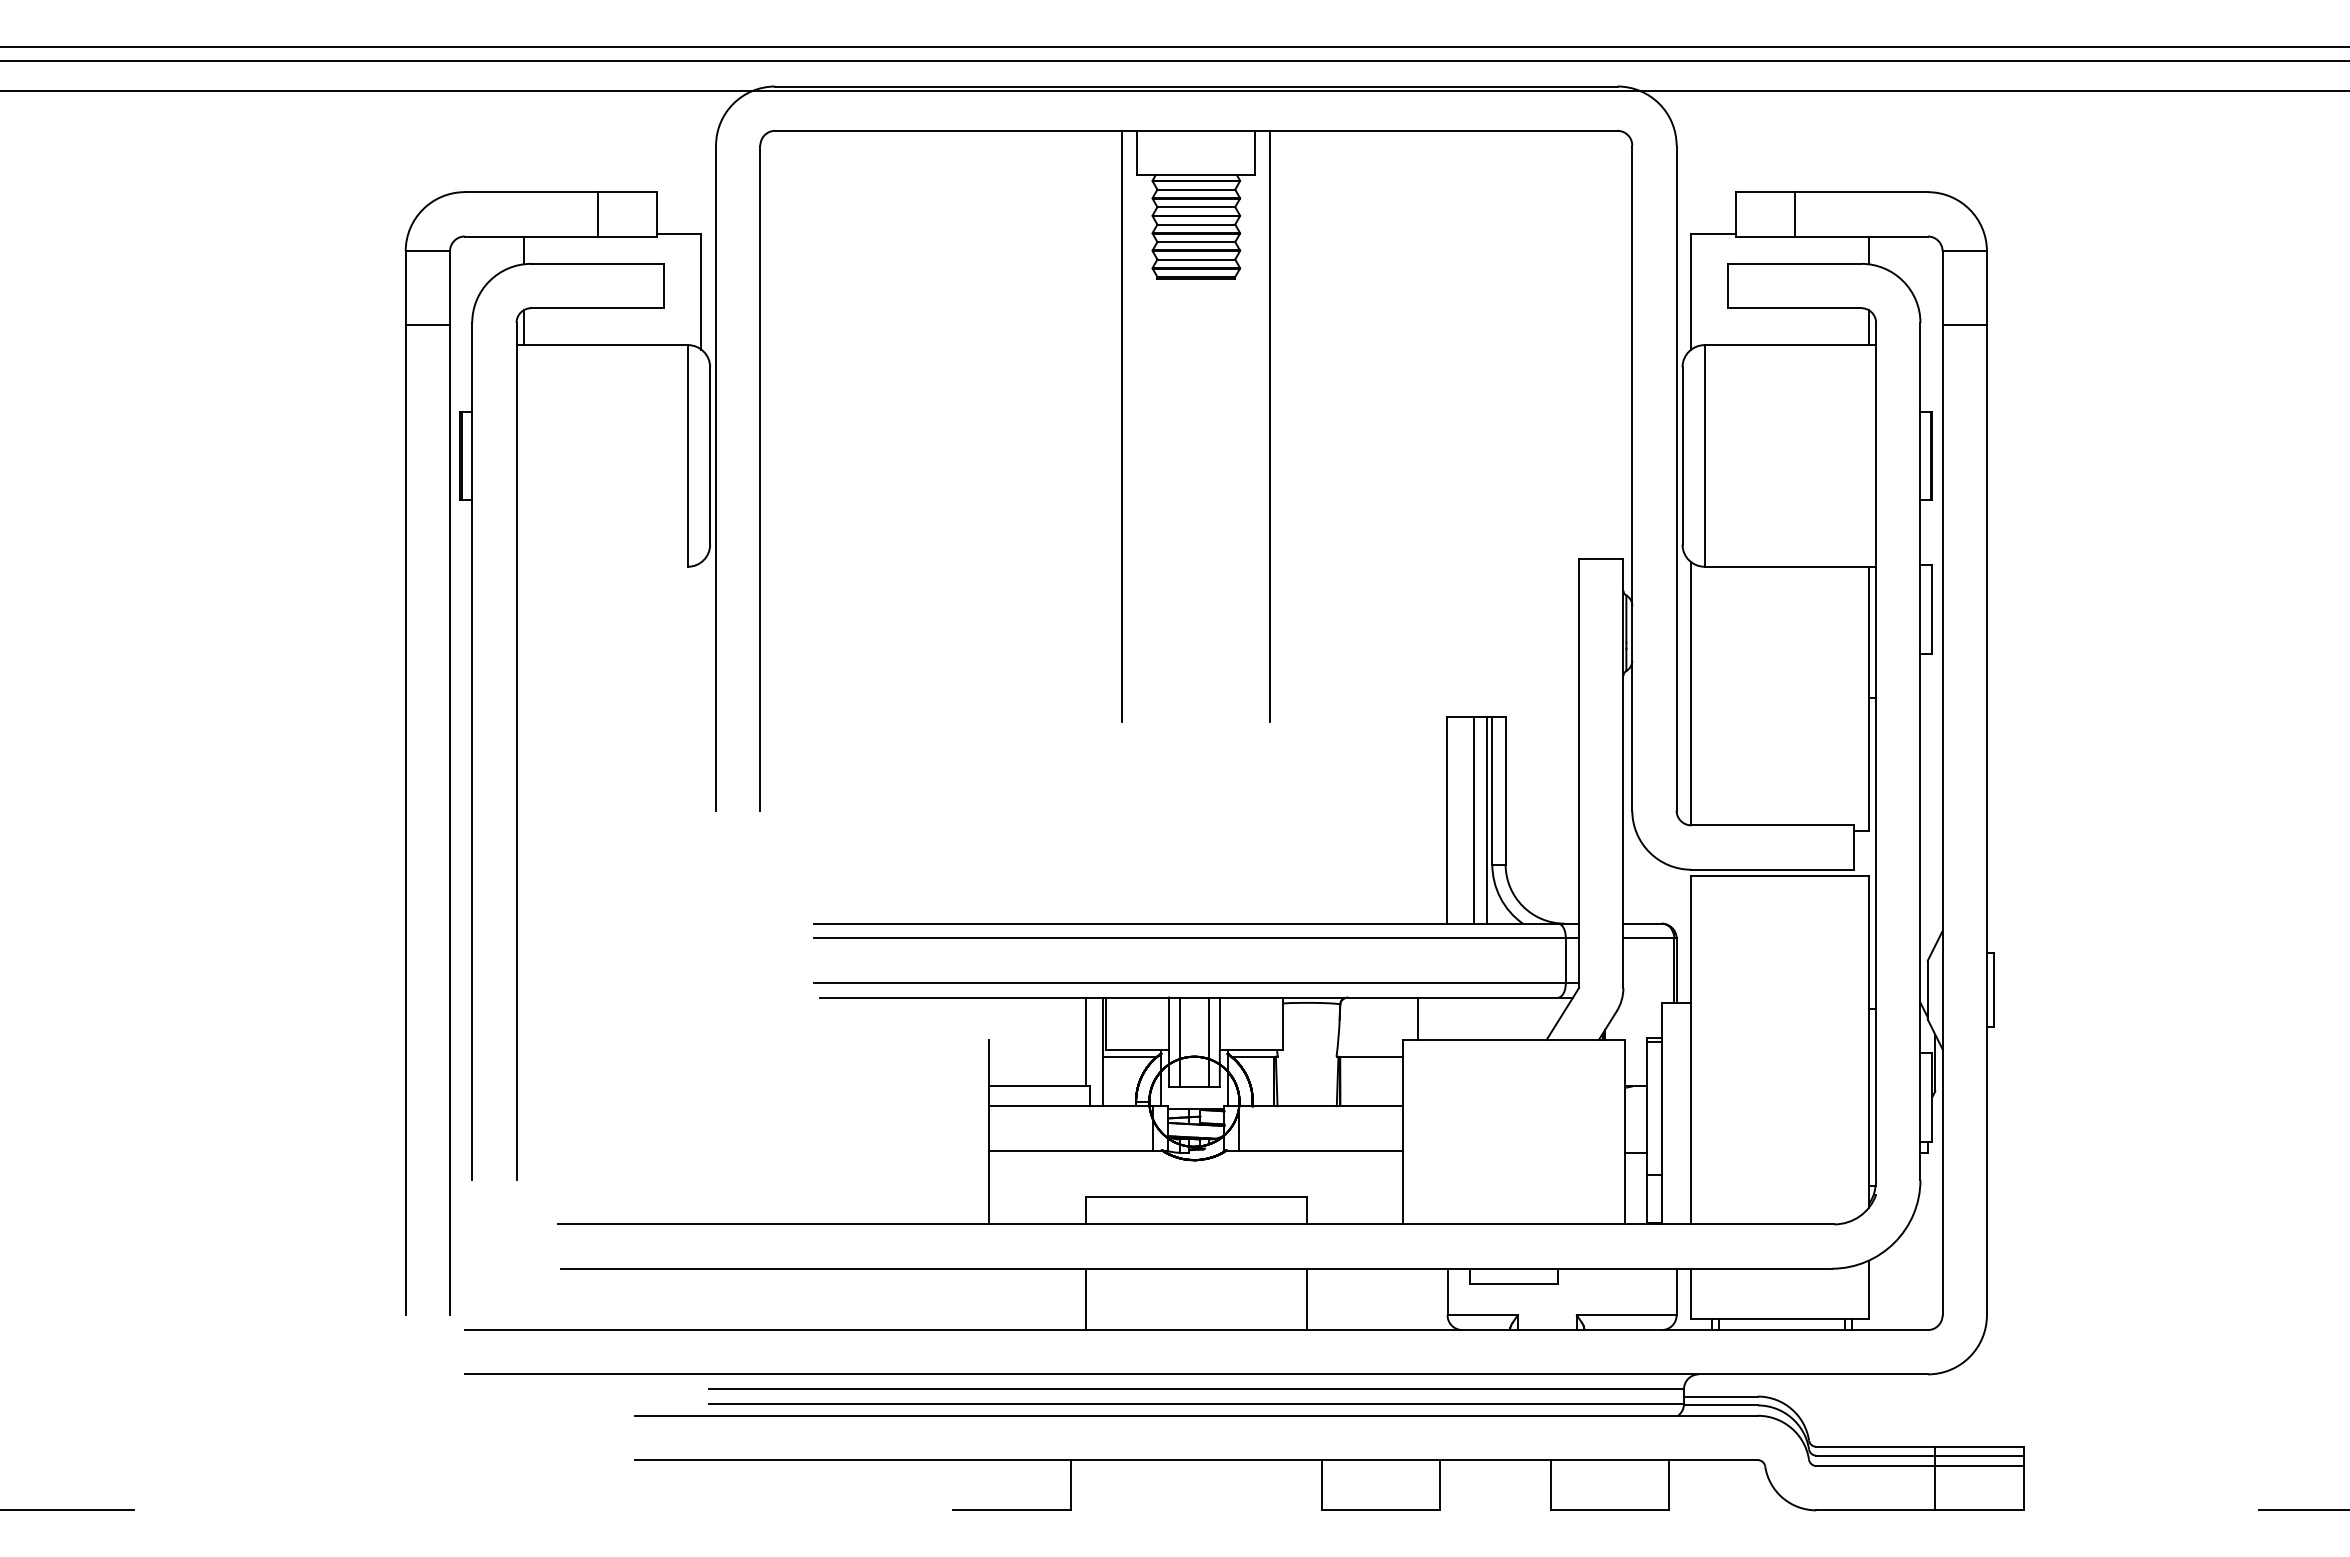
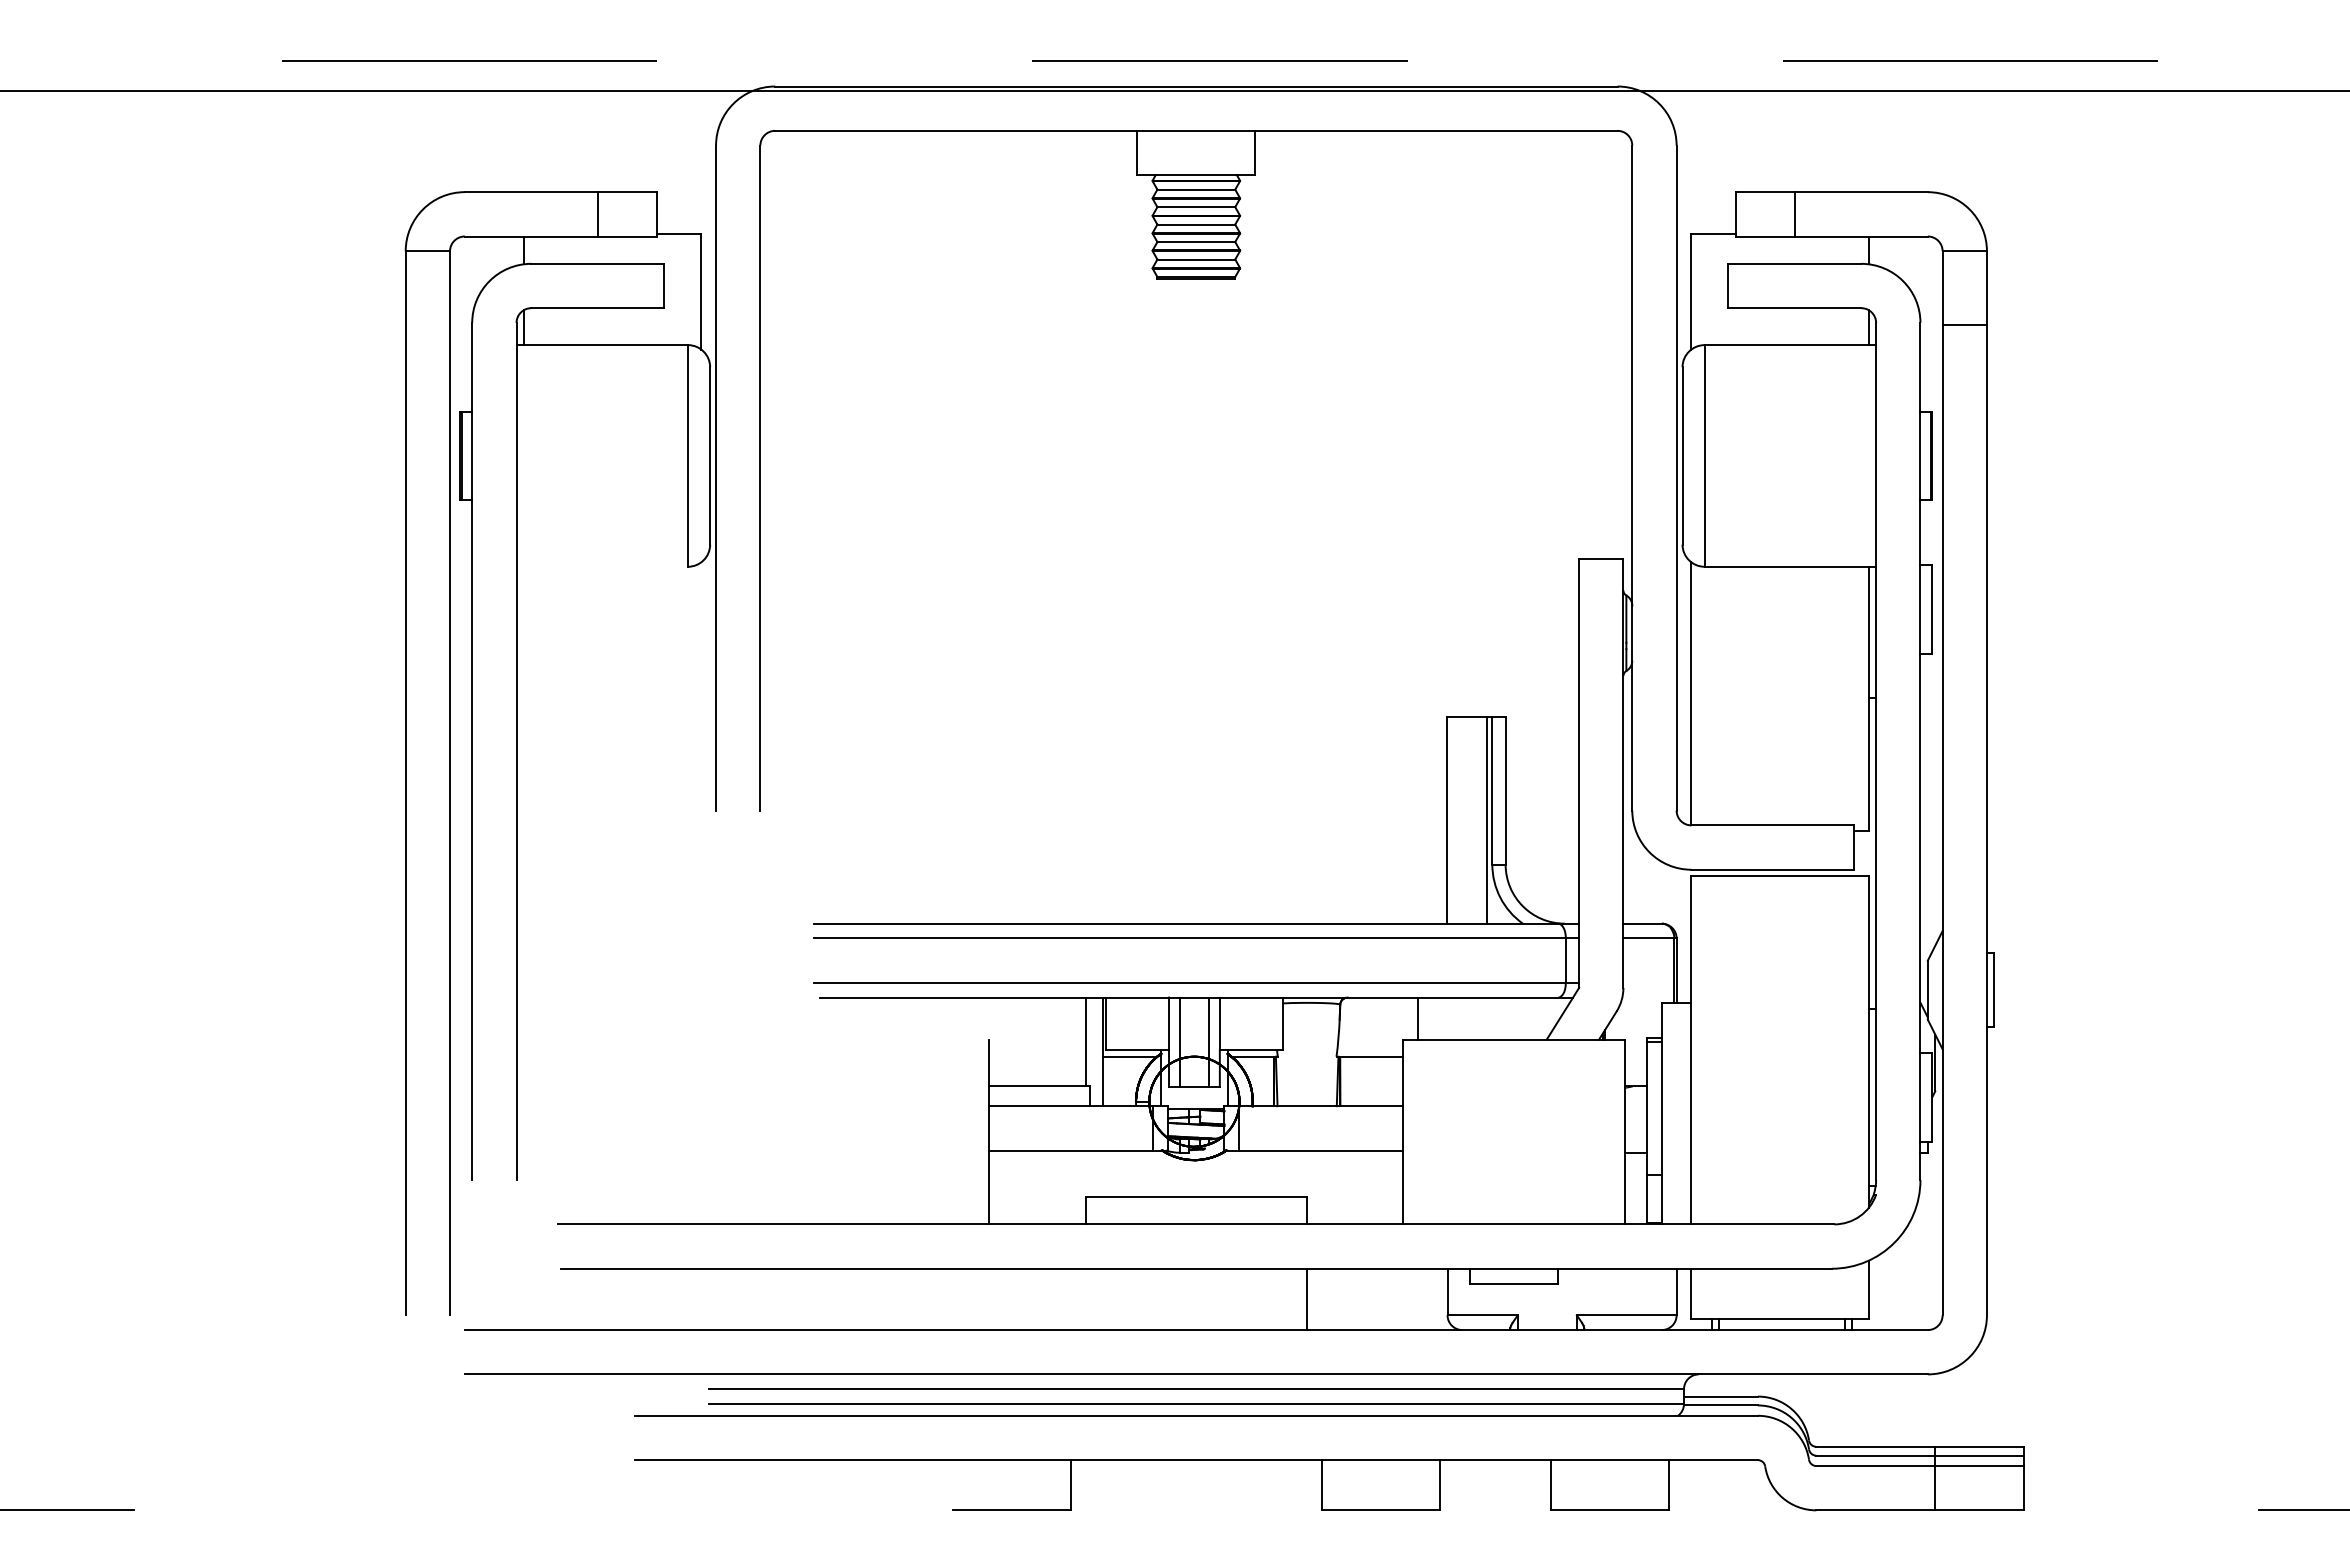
line at (1174, 46): present -> none
line at (1175, 61): solid -> dashed
line at (427, 325): present -> none
line at (1122, 425): present -> none
line at (1270, 425): present -> none
line at (1473, 819): present -> none
line at (1085, 1299): present -> none
